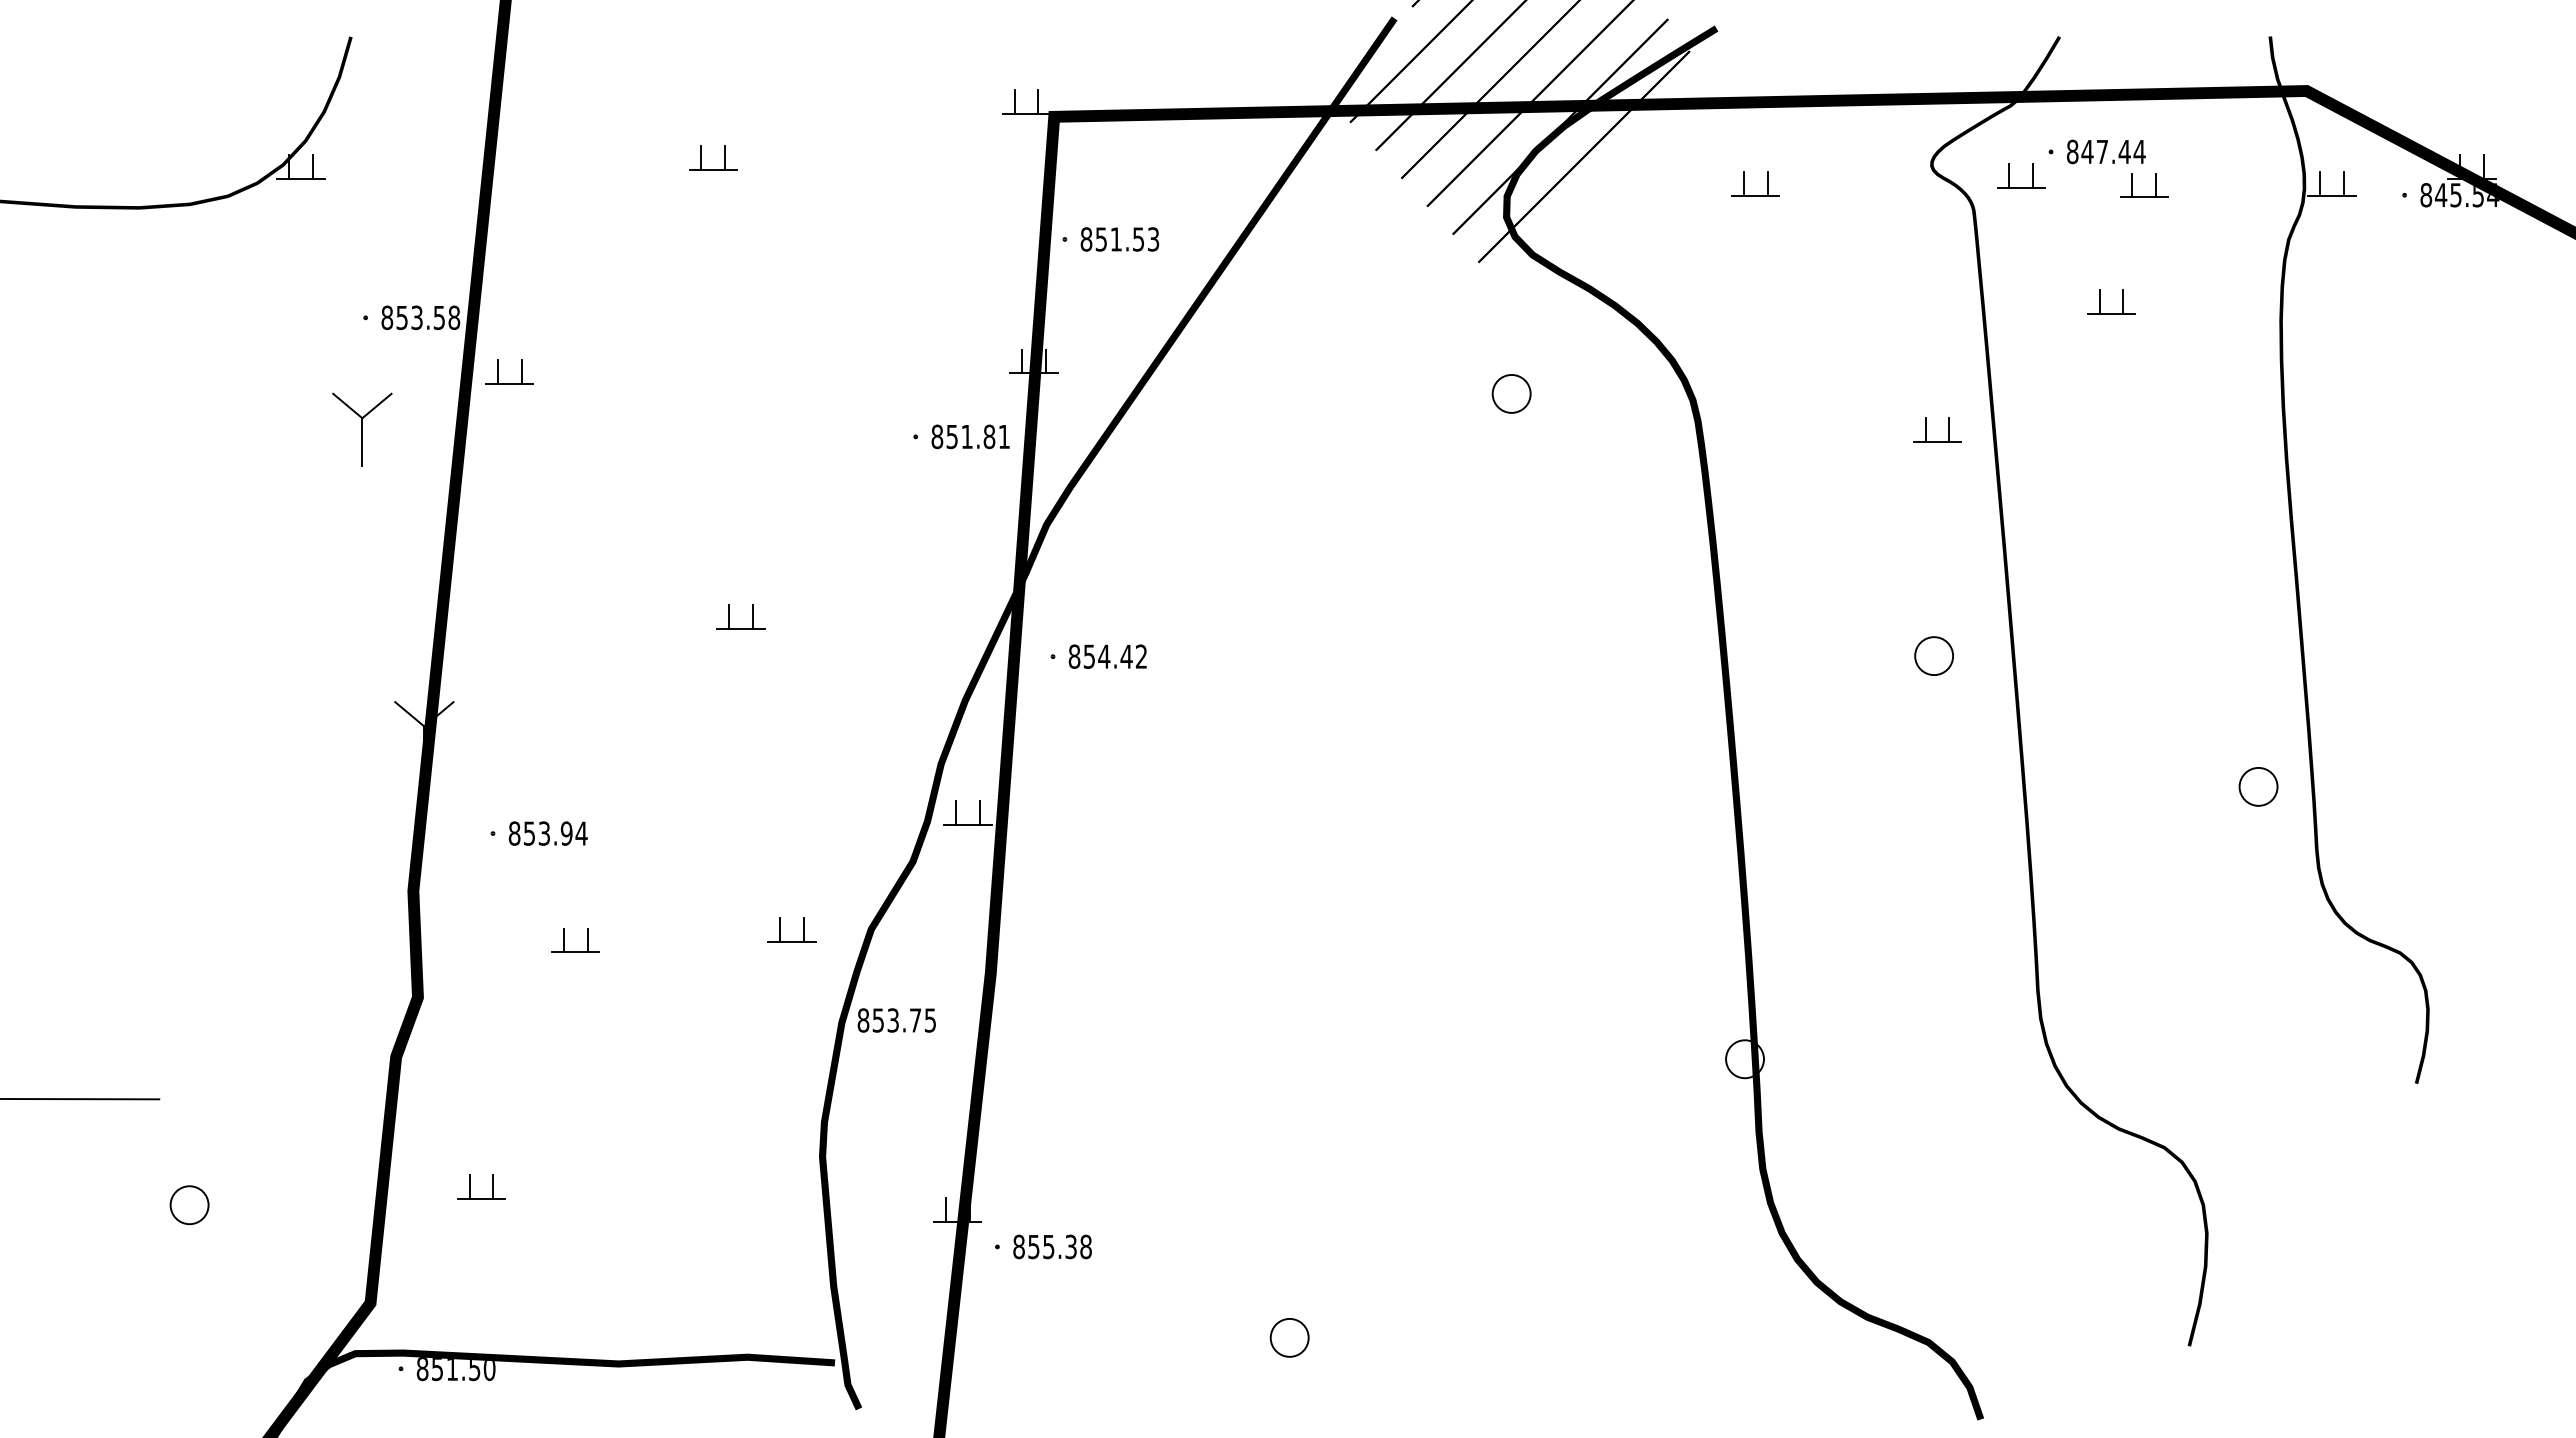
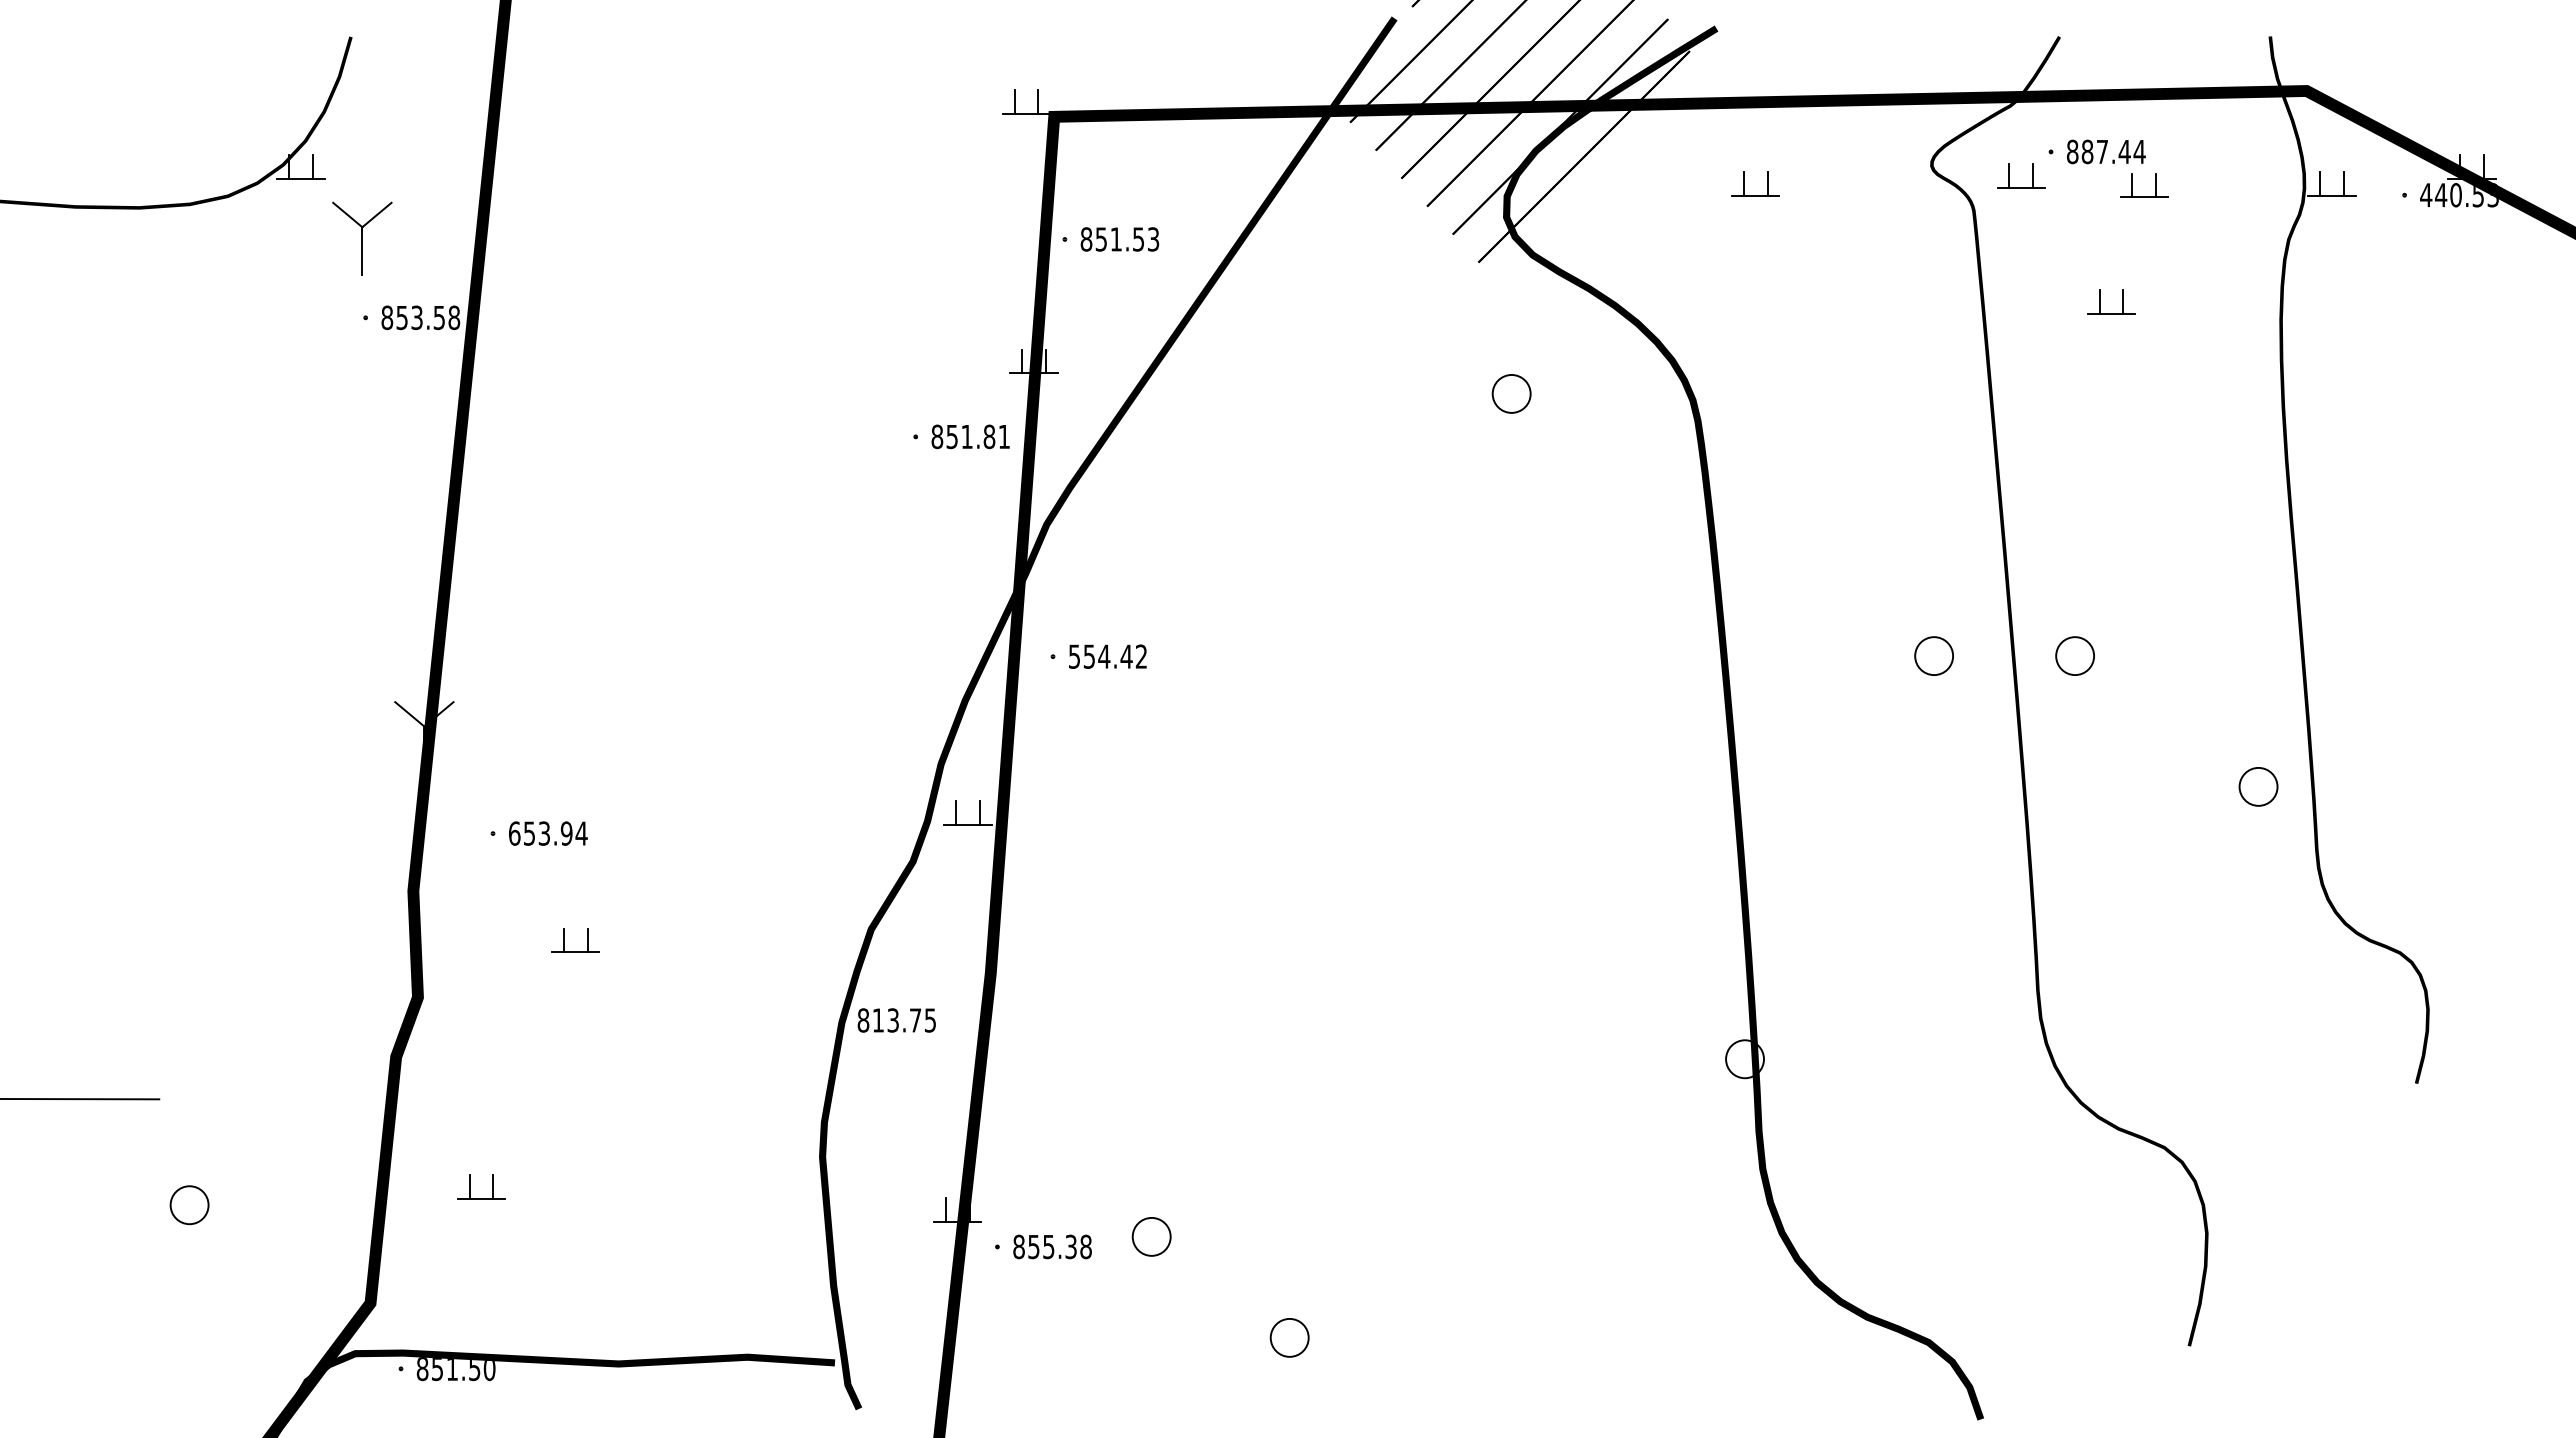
text at (2087, 151): 847.44 -> 887.44
part at (724, 157): present -> none
text at (2459, 195): 845.54 -> 440.53
part at (498, 371): present -> none
part at (362, 429) position: (362, 429) -> (362, 238)
part at (1926, 429): present -> none
part at (729, 616): present -> none
part at (2074, 655): none -> present
text at (1074, 656): 854.42 -> 554.42
text at (514, 833): 853.94 -> 653.94
part at (780, 929): present -> none
text at (877, 1020): 853.75 -> 813.75
part at (1151, 1236): none -> present
